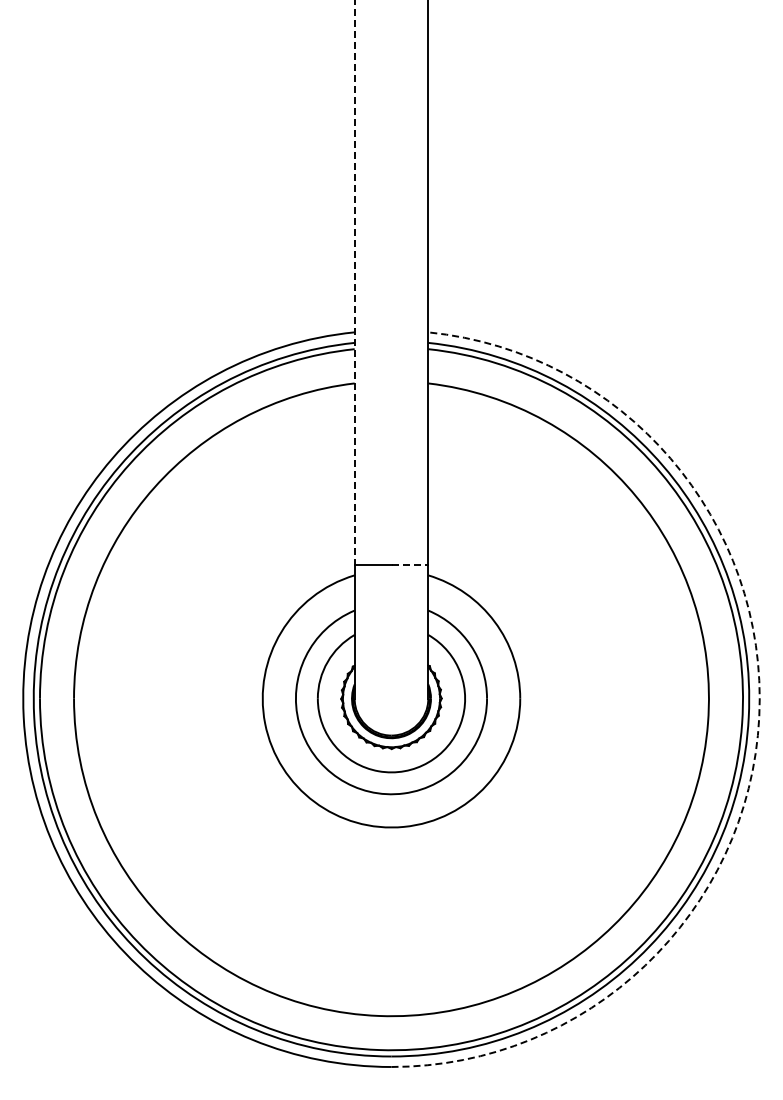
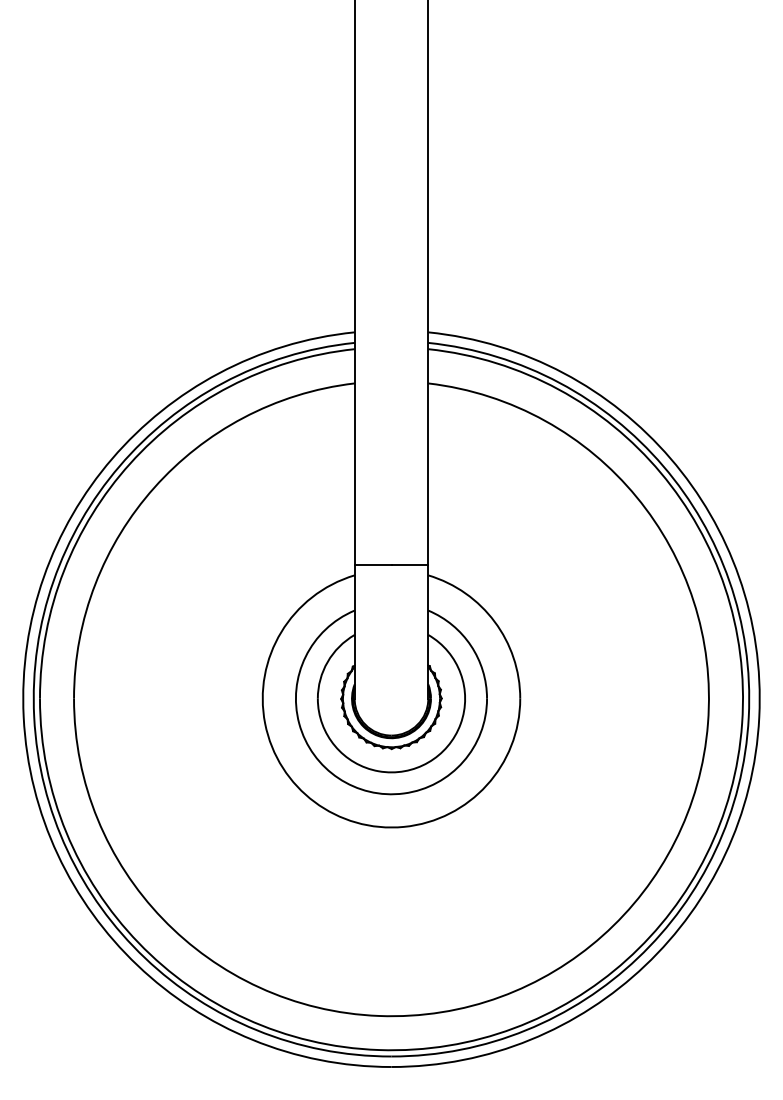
line at (354, 283): dashed -> solid
line at (410, 564): dashed -> solid
arc at (759, 717): dashed -> solid
